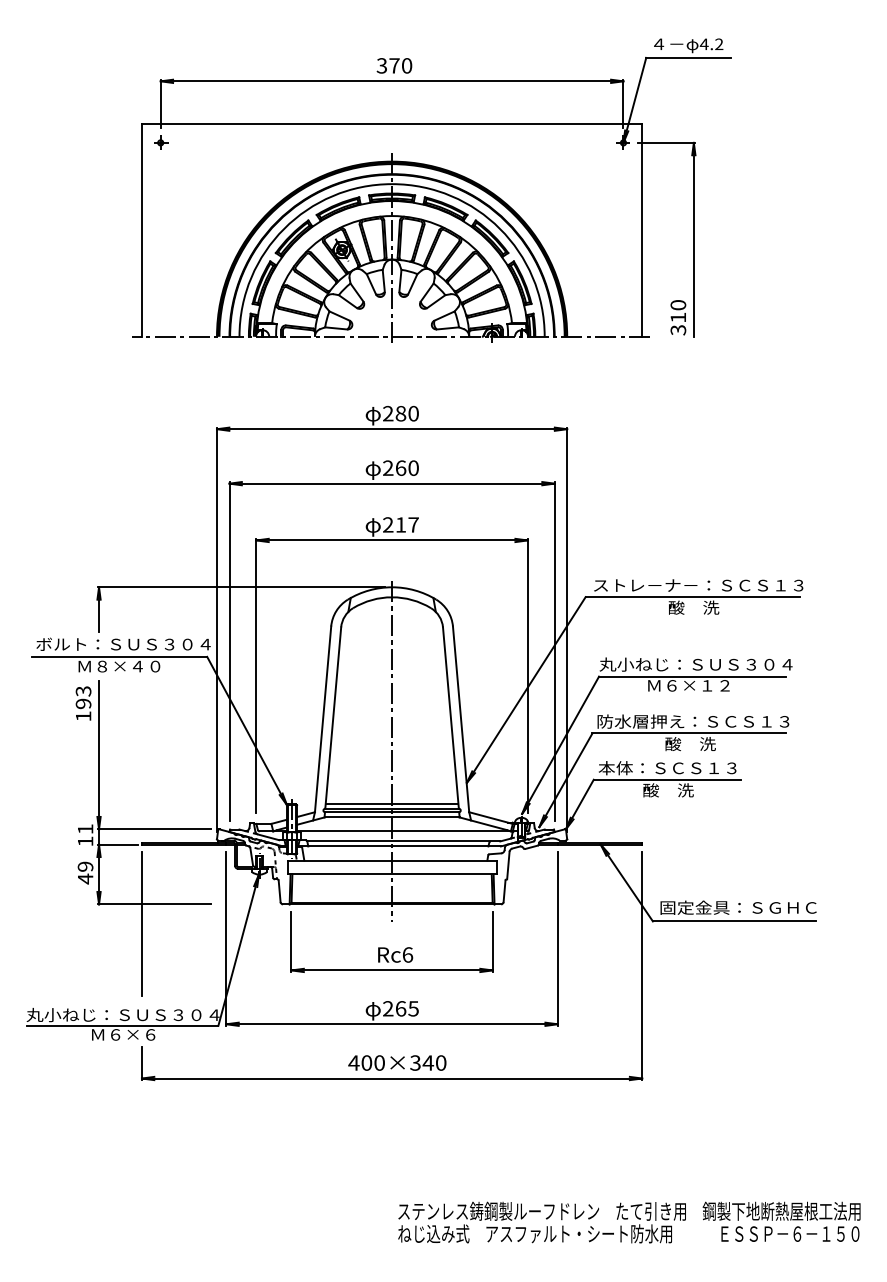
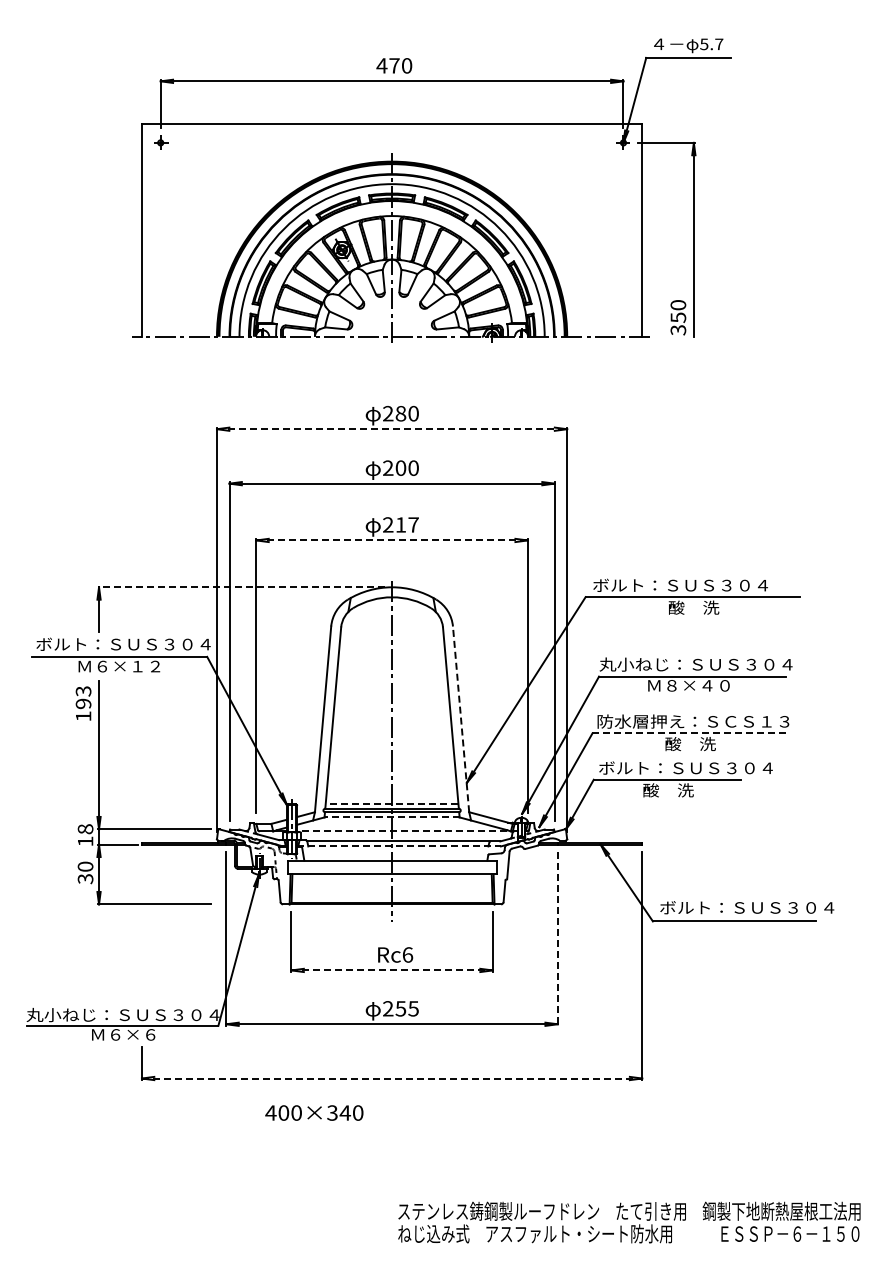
text at (711, 44): 4.2 -> 5.7
text at (381, 65): 370 -> 470
text at (678, 317): 310 -> 350
line at (392, 429): solid -> dashed
text at (400, 467): 260 -> 200
line at (392, 540): solid -> dashed
text at (698, 584): ストレ－ナ－：ＳＣＳ１３ -> ボルト：ＳＵＳ３０４
line at (241, 587): solid -> dashed
text at (128, 666): Ｍ８×４０ -> Ｍ６×１２
text at (698, 685): Ｍ６×１２ -> Ｍ８×４０
line at (461, 718): solid -> dashed
line at (689, 733): solid -> dashed
text at (685, 768): 本体：ＳＣＳ１３ -> ボルト：ＳＵＳ３０４
line at (391, 803): solid -> dashed
line at (392, 817): solid -> dashed
text at (85, 829): 11 -> 18
line at (406, 831): solid -> dashed
line at (399, 846): solid -> dashed
text at (85, 872): 49 -> 30
text at (747, 907): 固定金具：ＳＧＨＣ -> ボルト：ＳＵＳ３０４
line at (141, 924): present -> none
line at (557, 938): solid -> dashed
line at (392, 970): solid -> dashed
text at (400, 1008): 265 -> 255
text at (397, 1062) position: (397, 1062) -> (314, 1112)
line at (392, 1078): solid -> dashed
